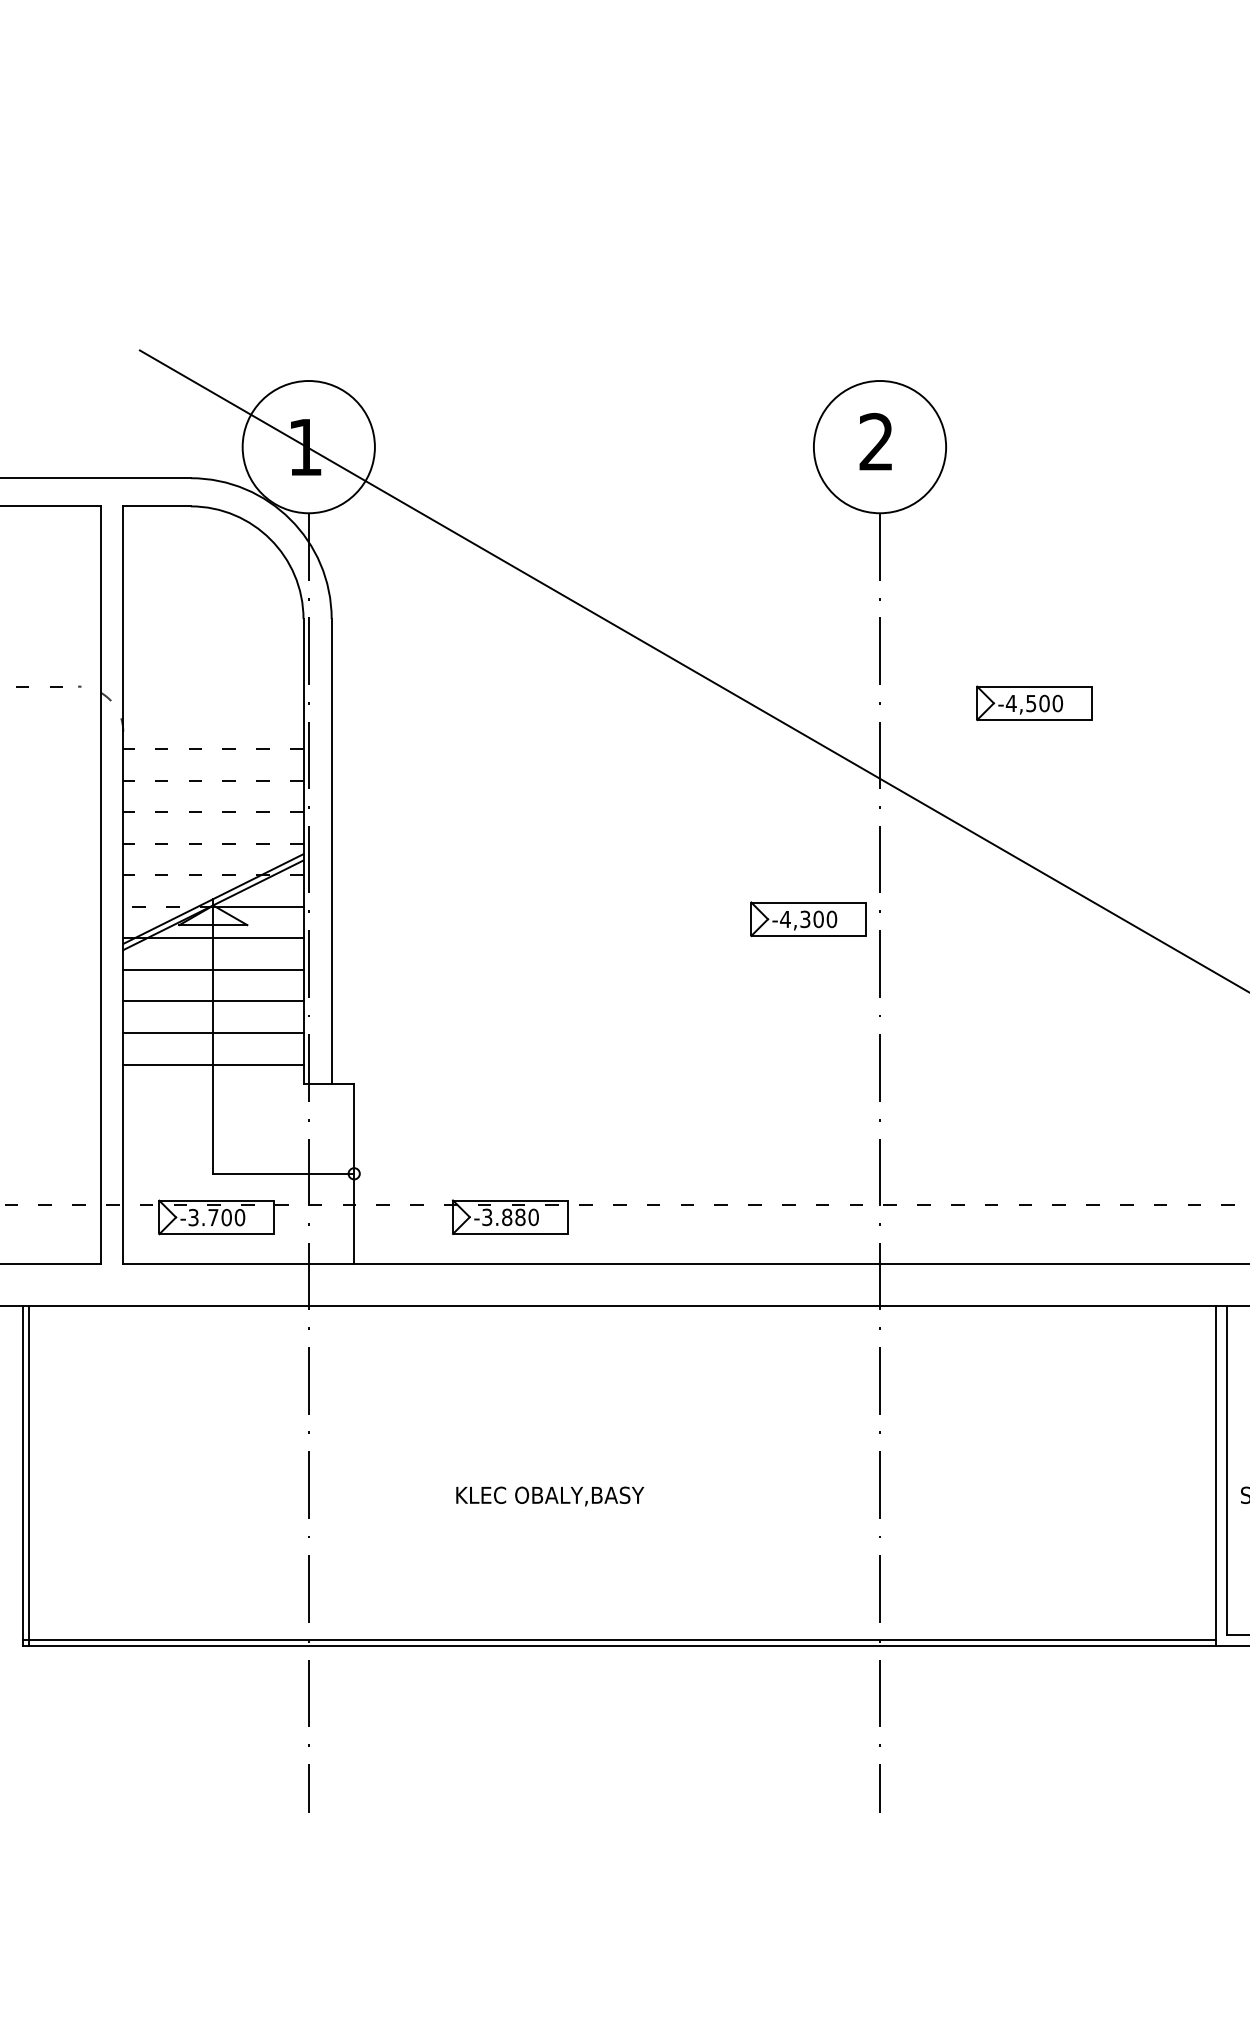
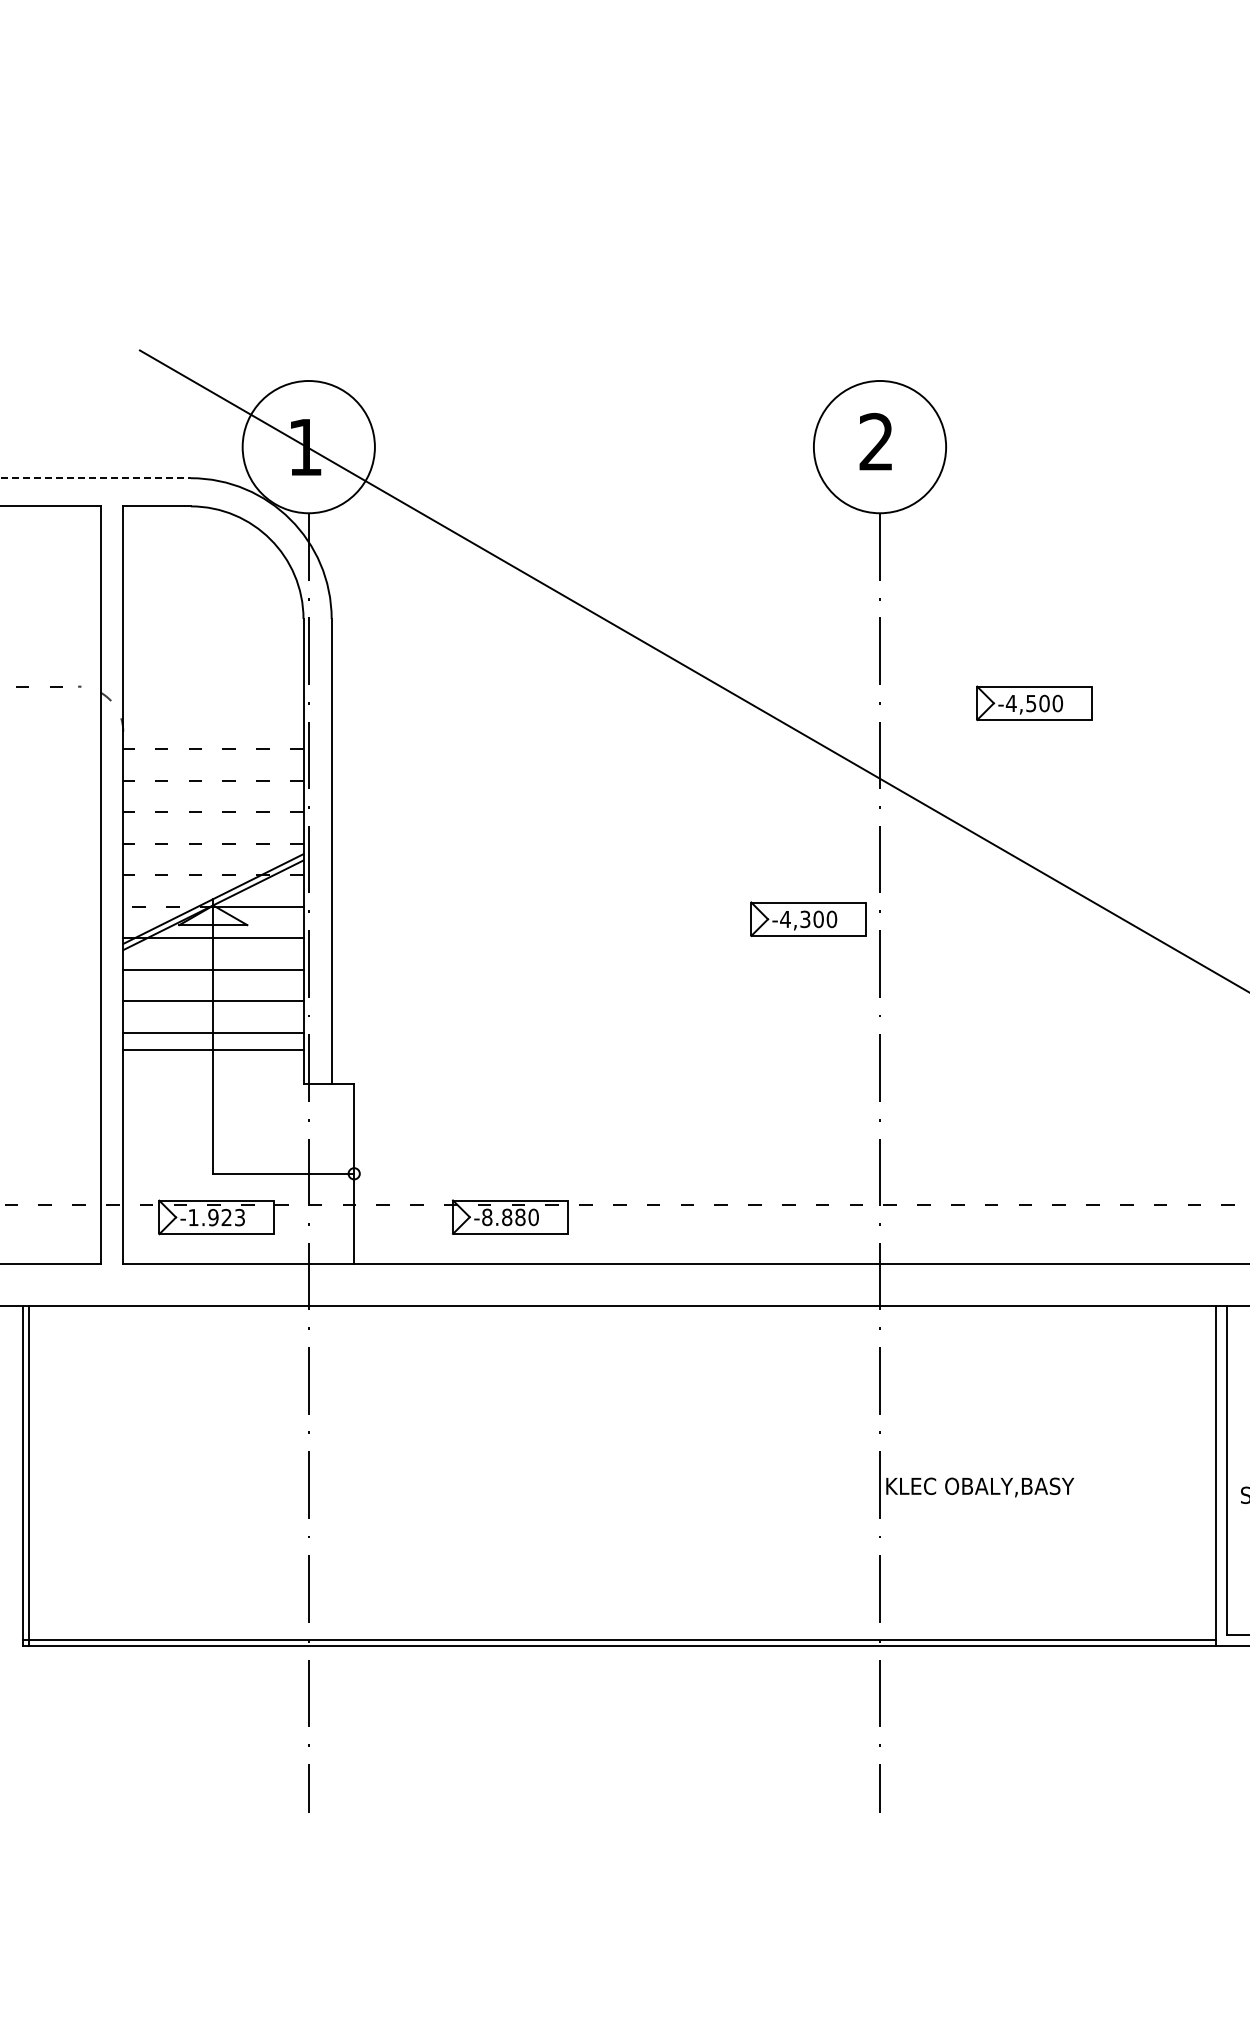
line at (96, 478): solid -> dashed
line at (213, 1064) position: (213, 1064) -> (213, 1049)
text at (216, 1217): -3.700 -> -1.923
text at (487, 1217): -3.880 -> -8.880
text at (550, 1496) position: (550, 1496) -> (980, 1487)
